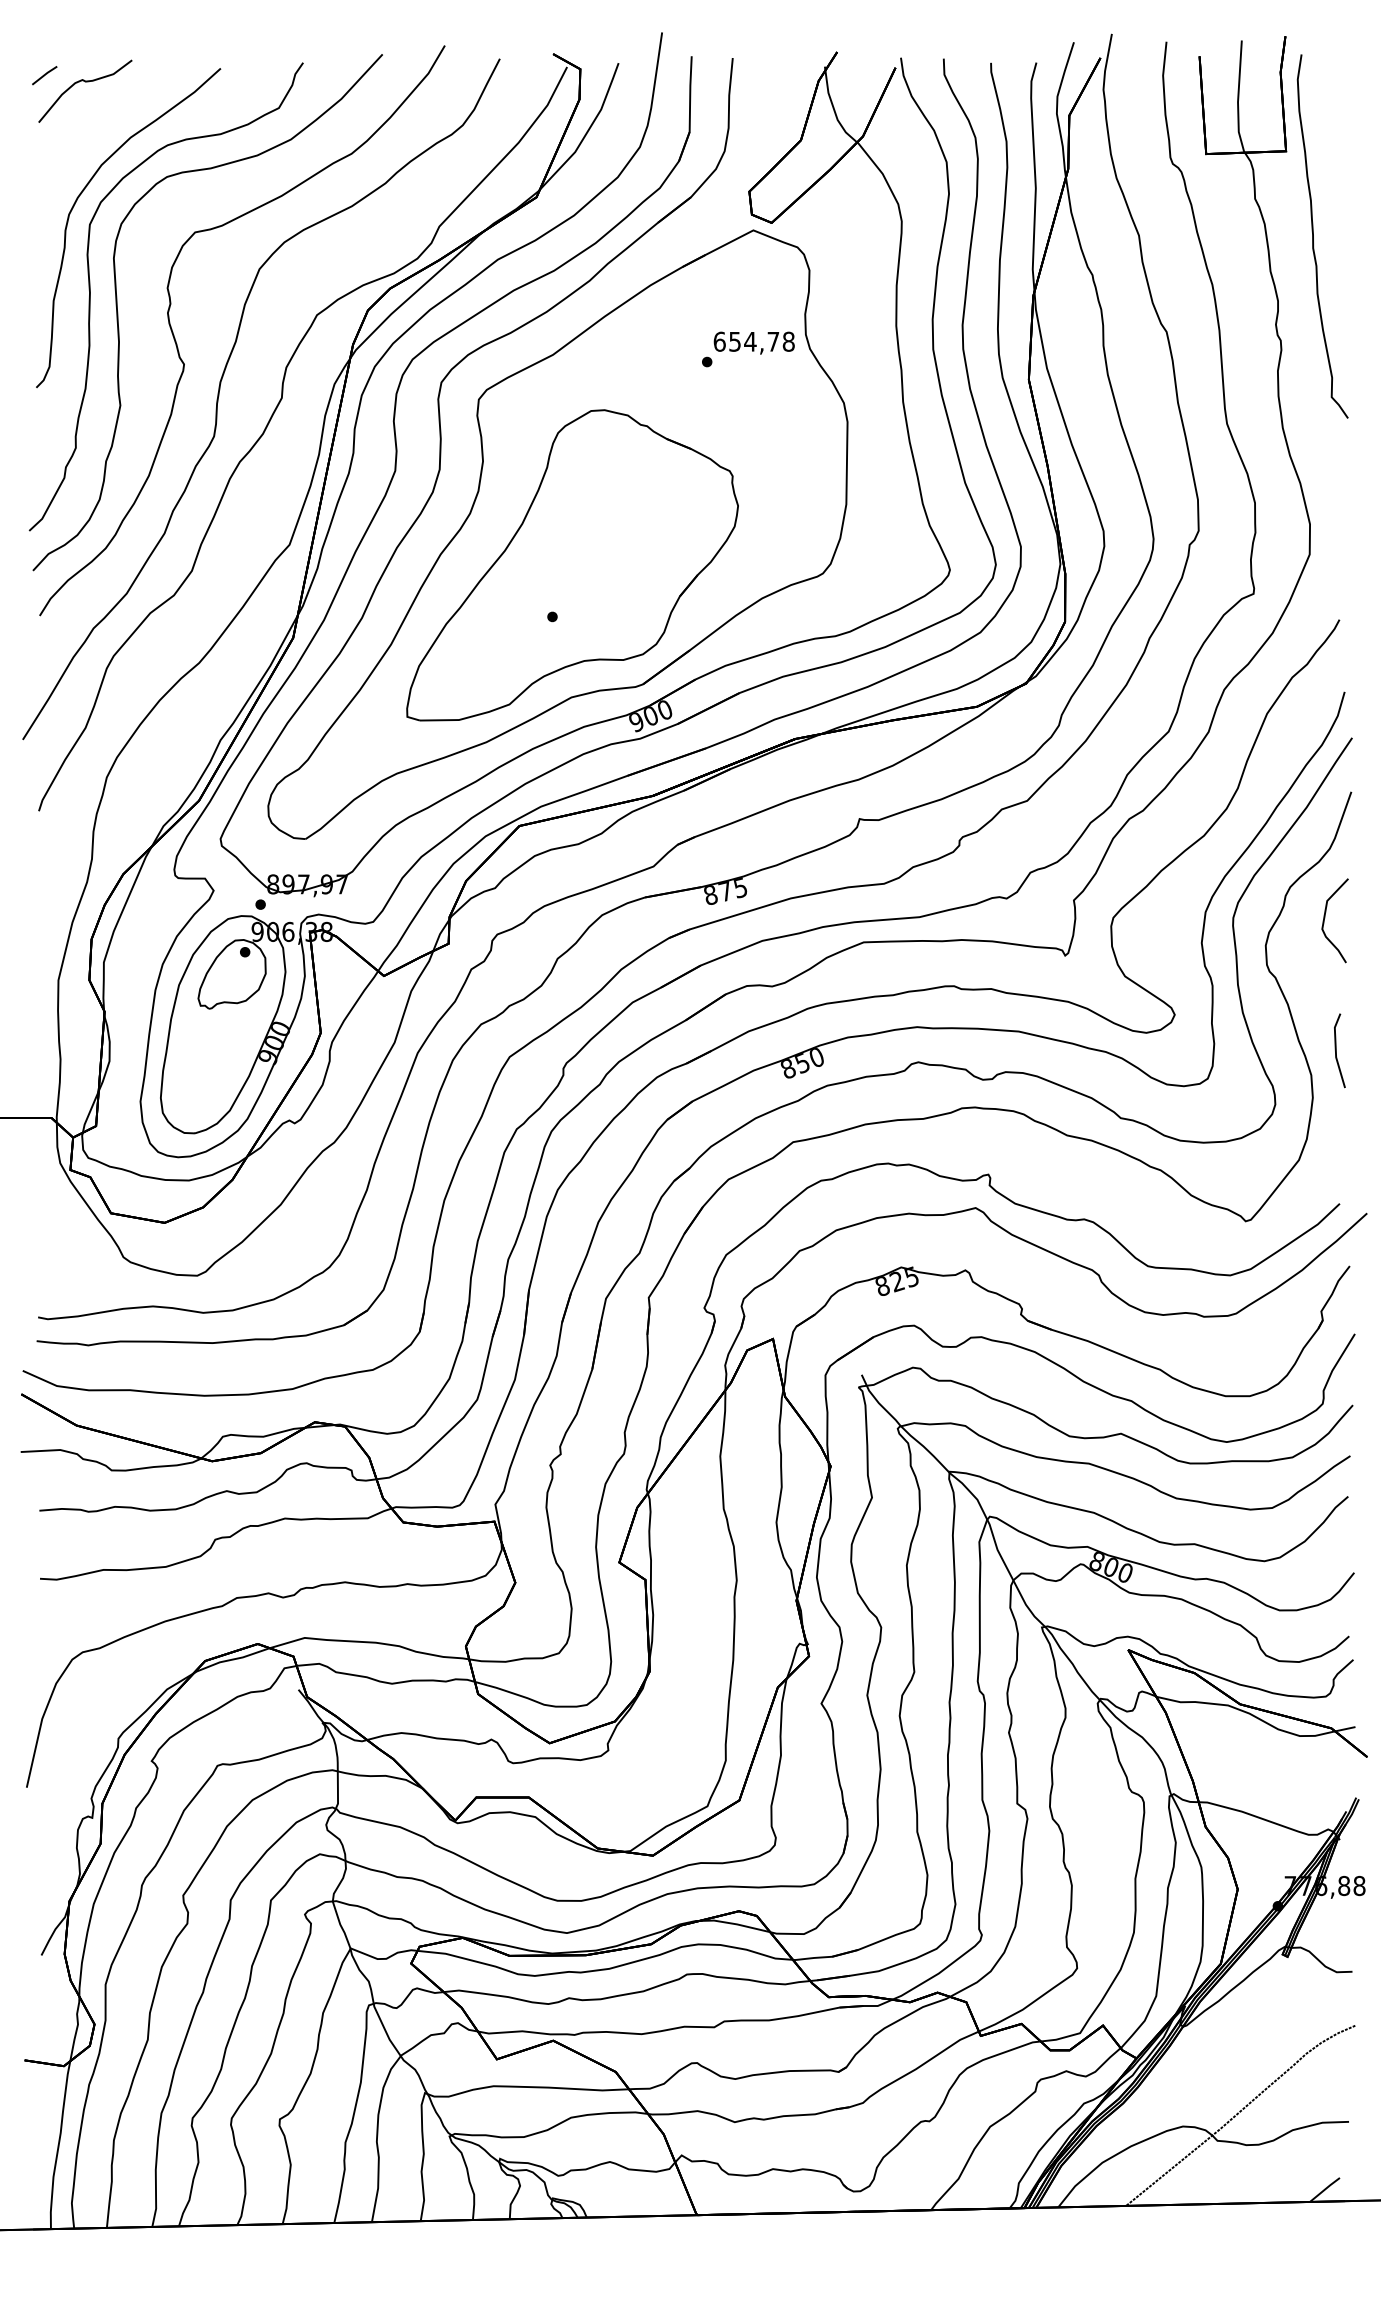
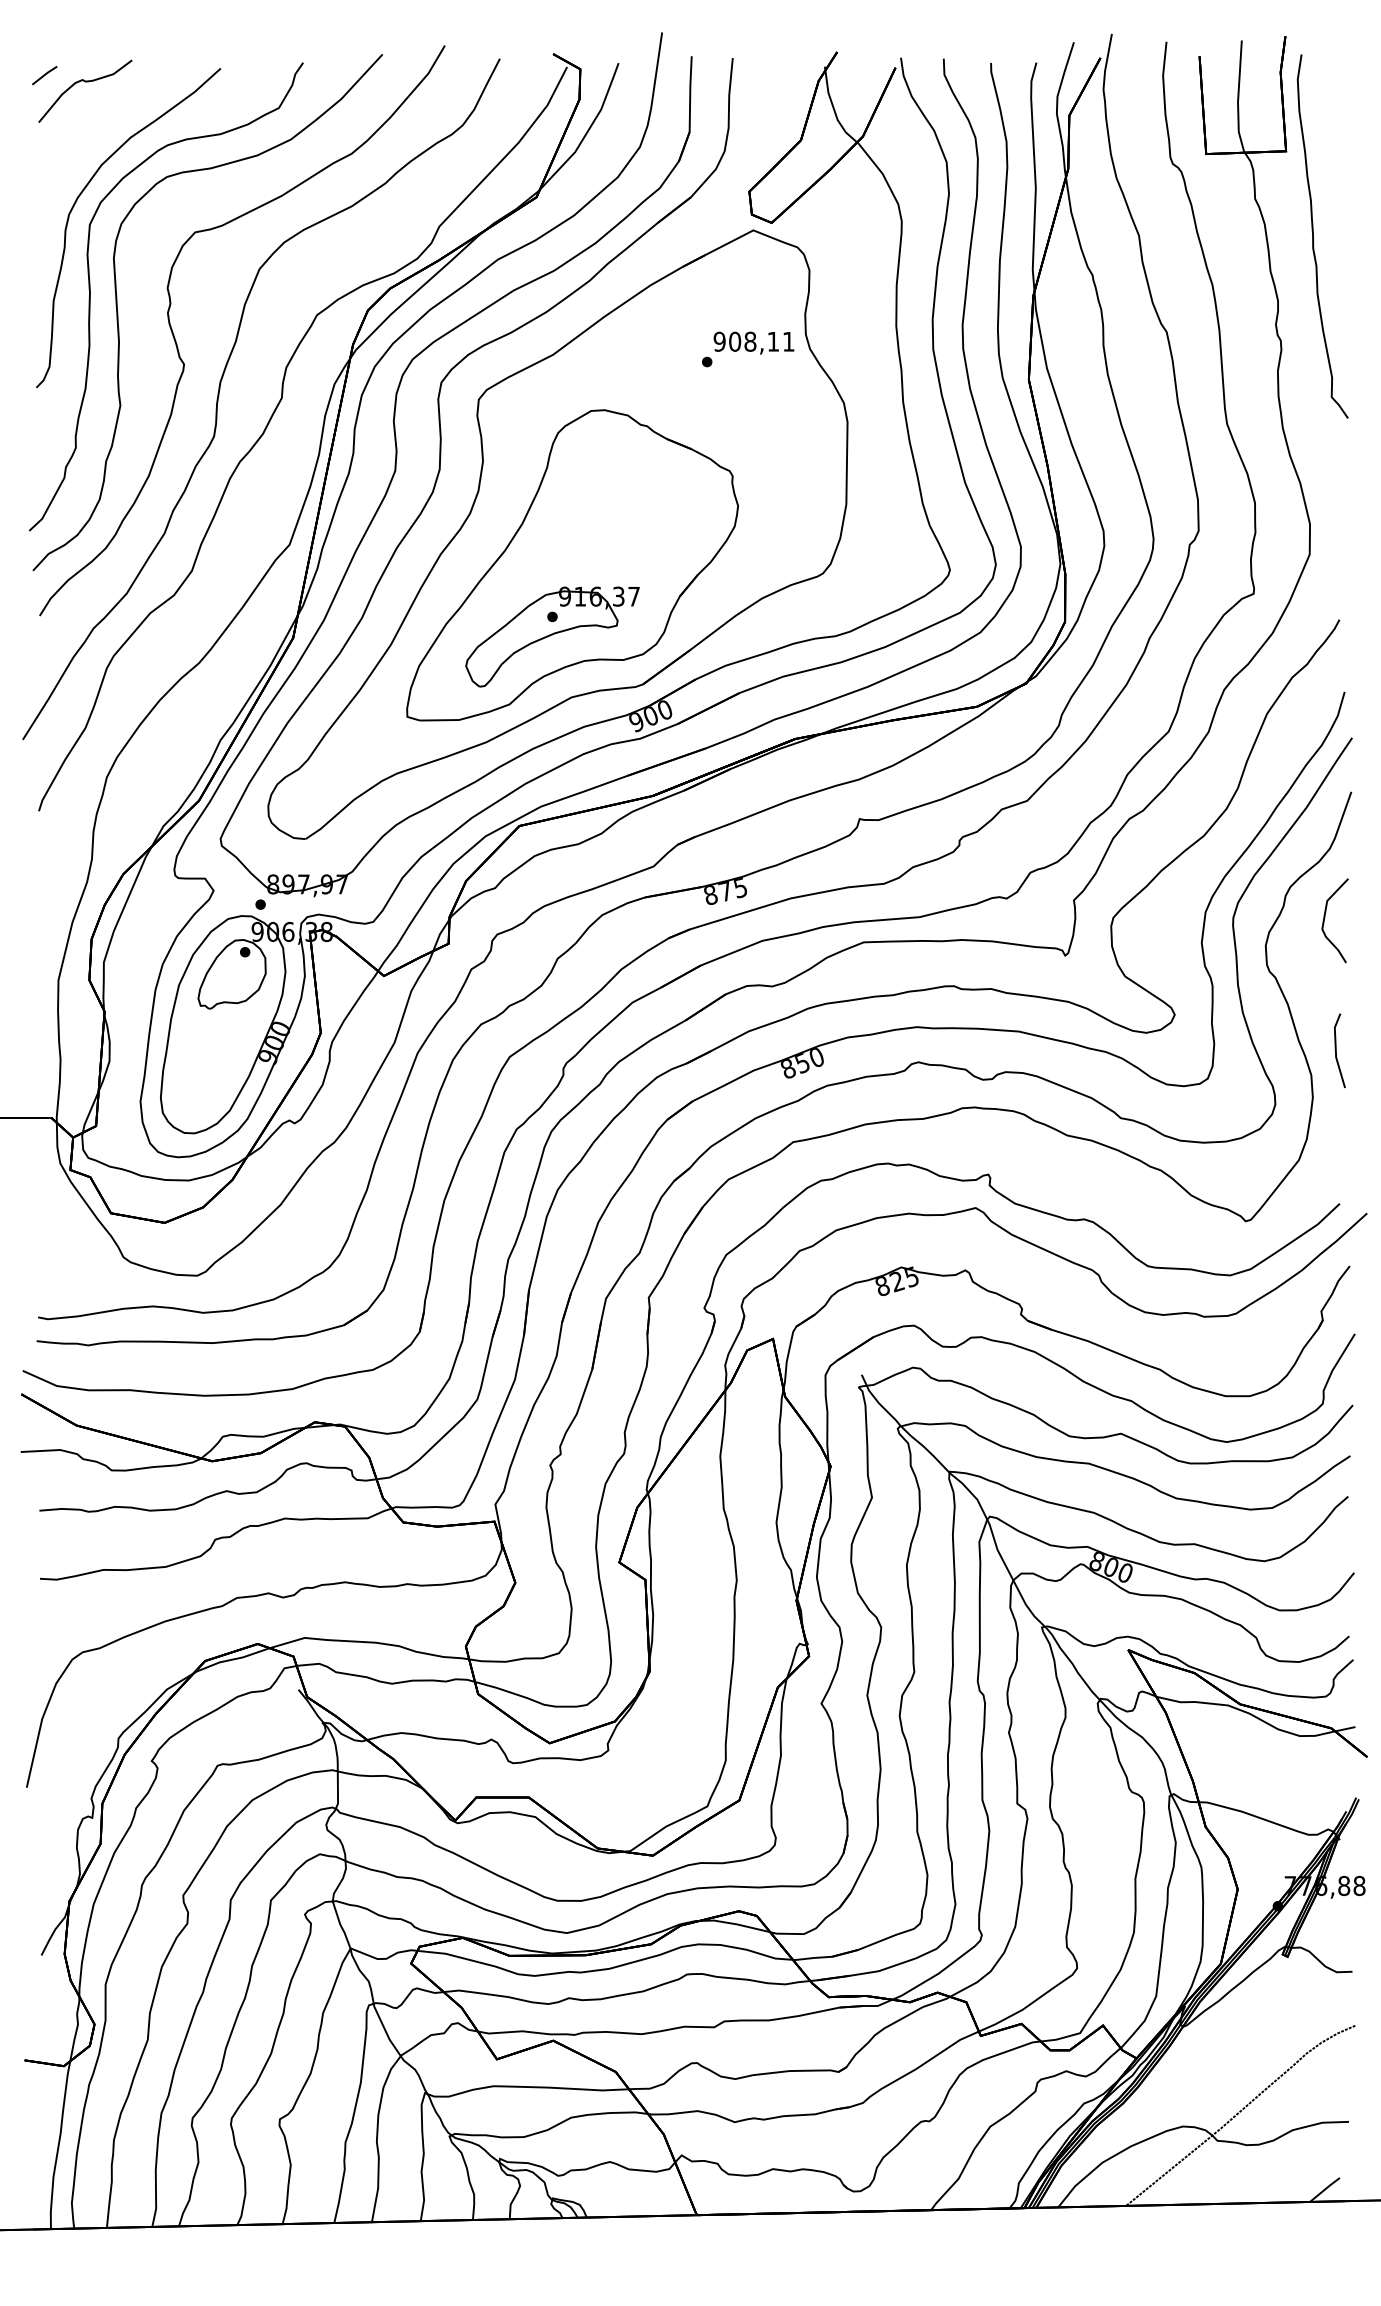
text at (753, 341): 654,78 -> 908,11
part at (552, 636): none -> present
